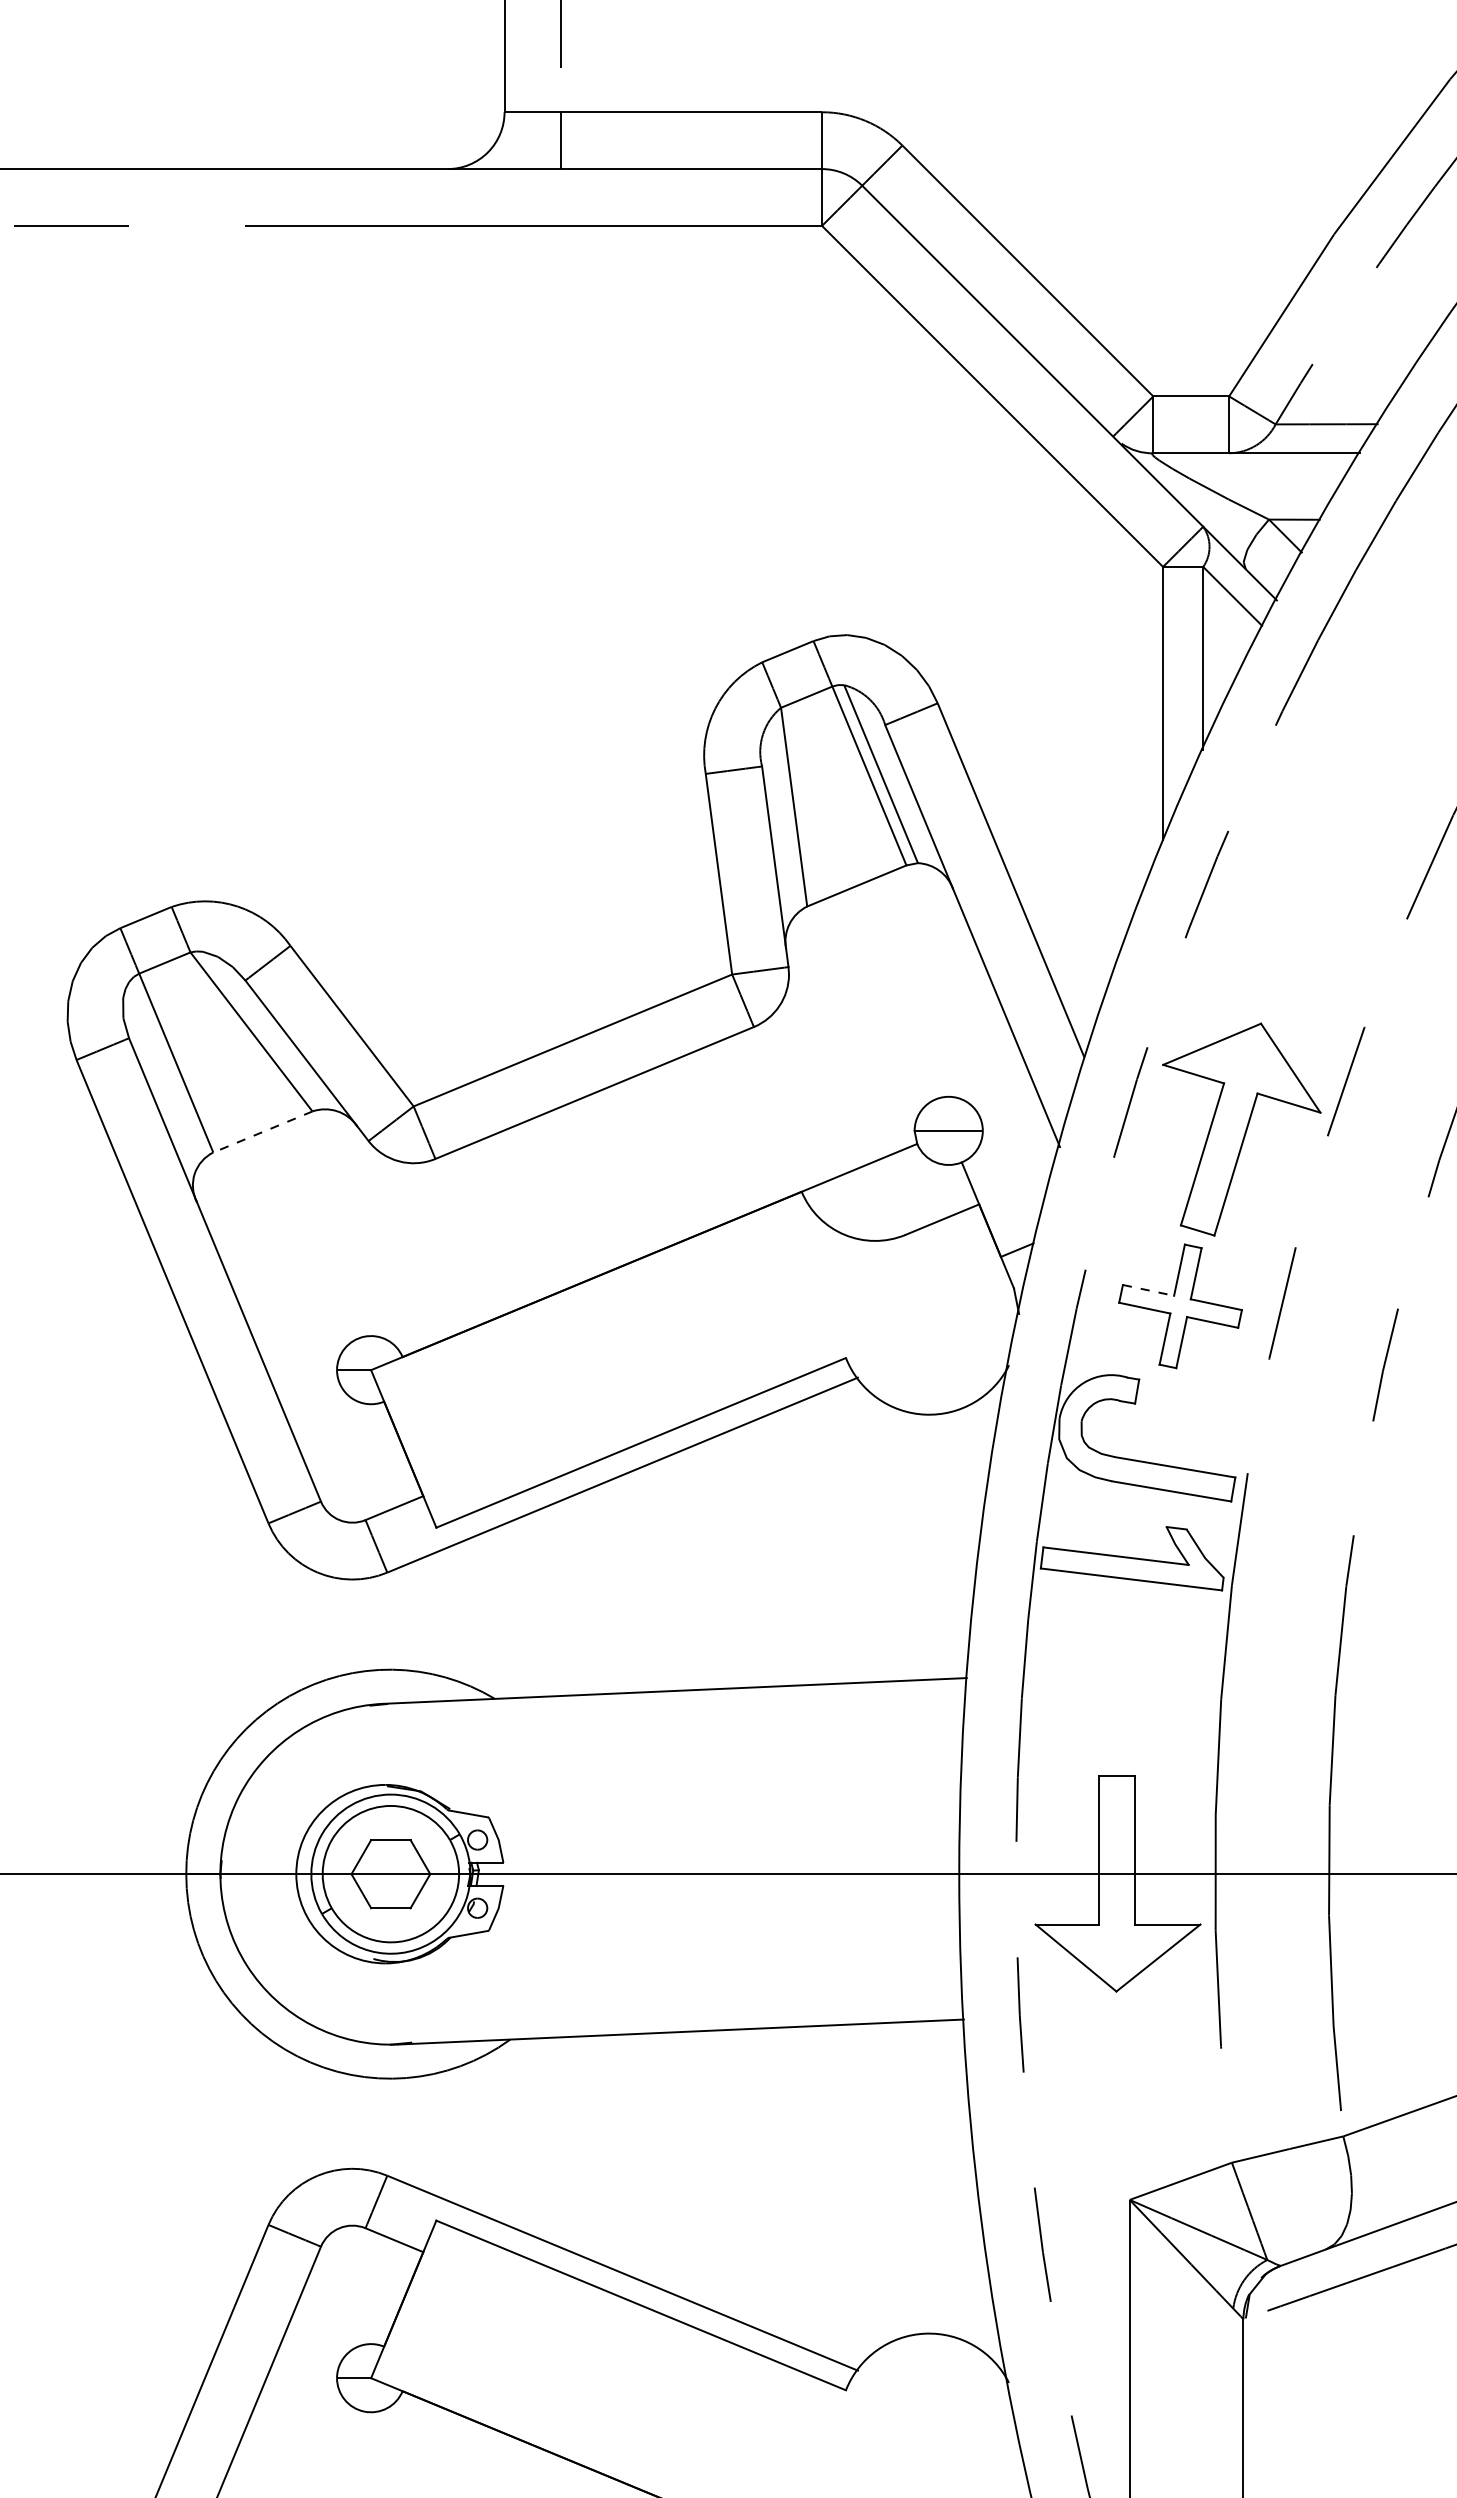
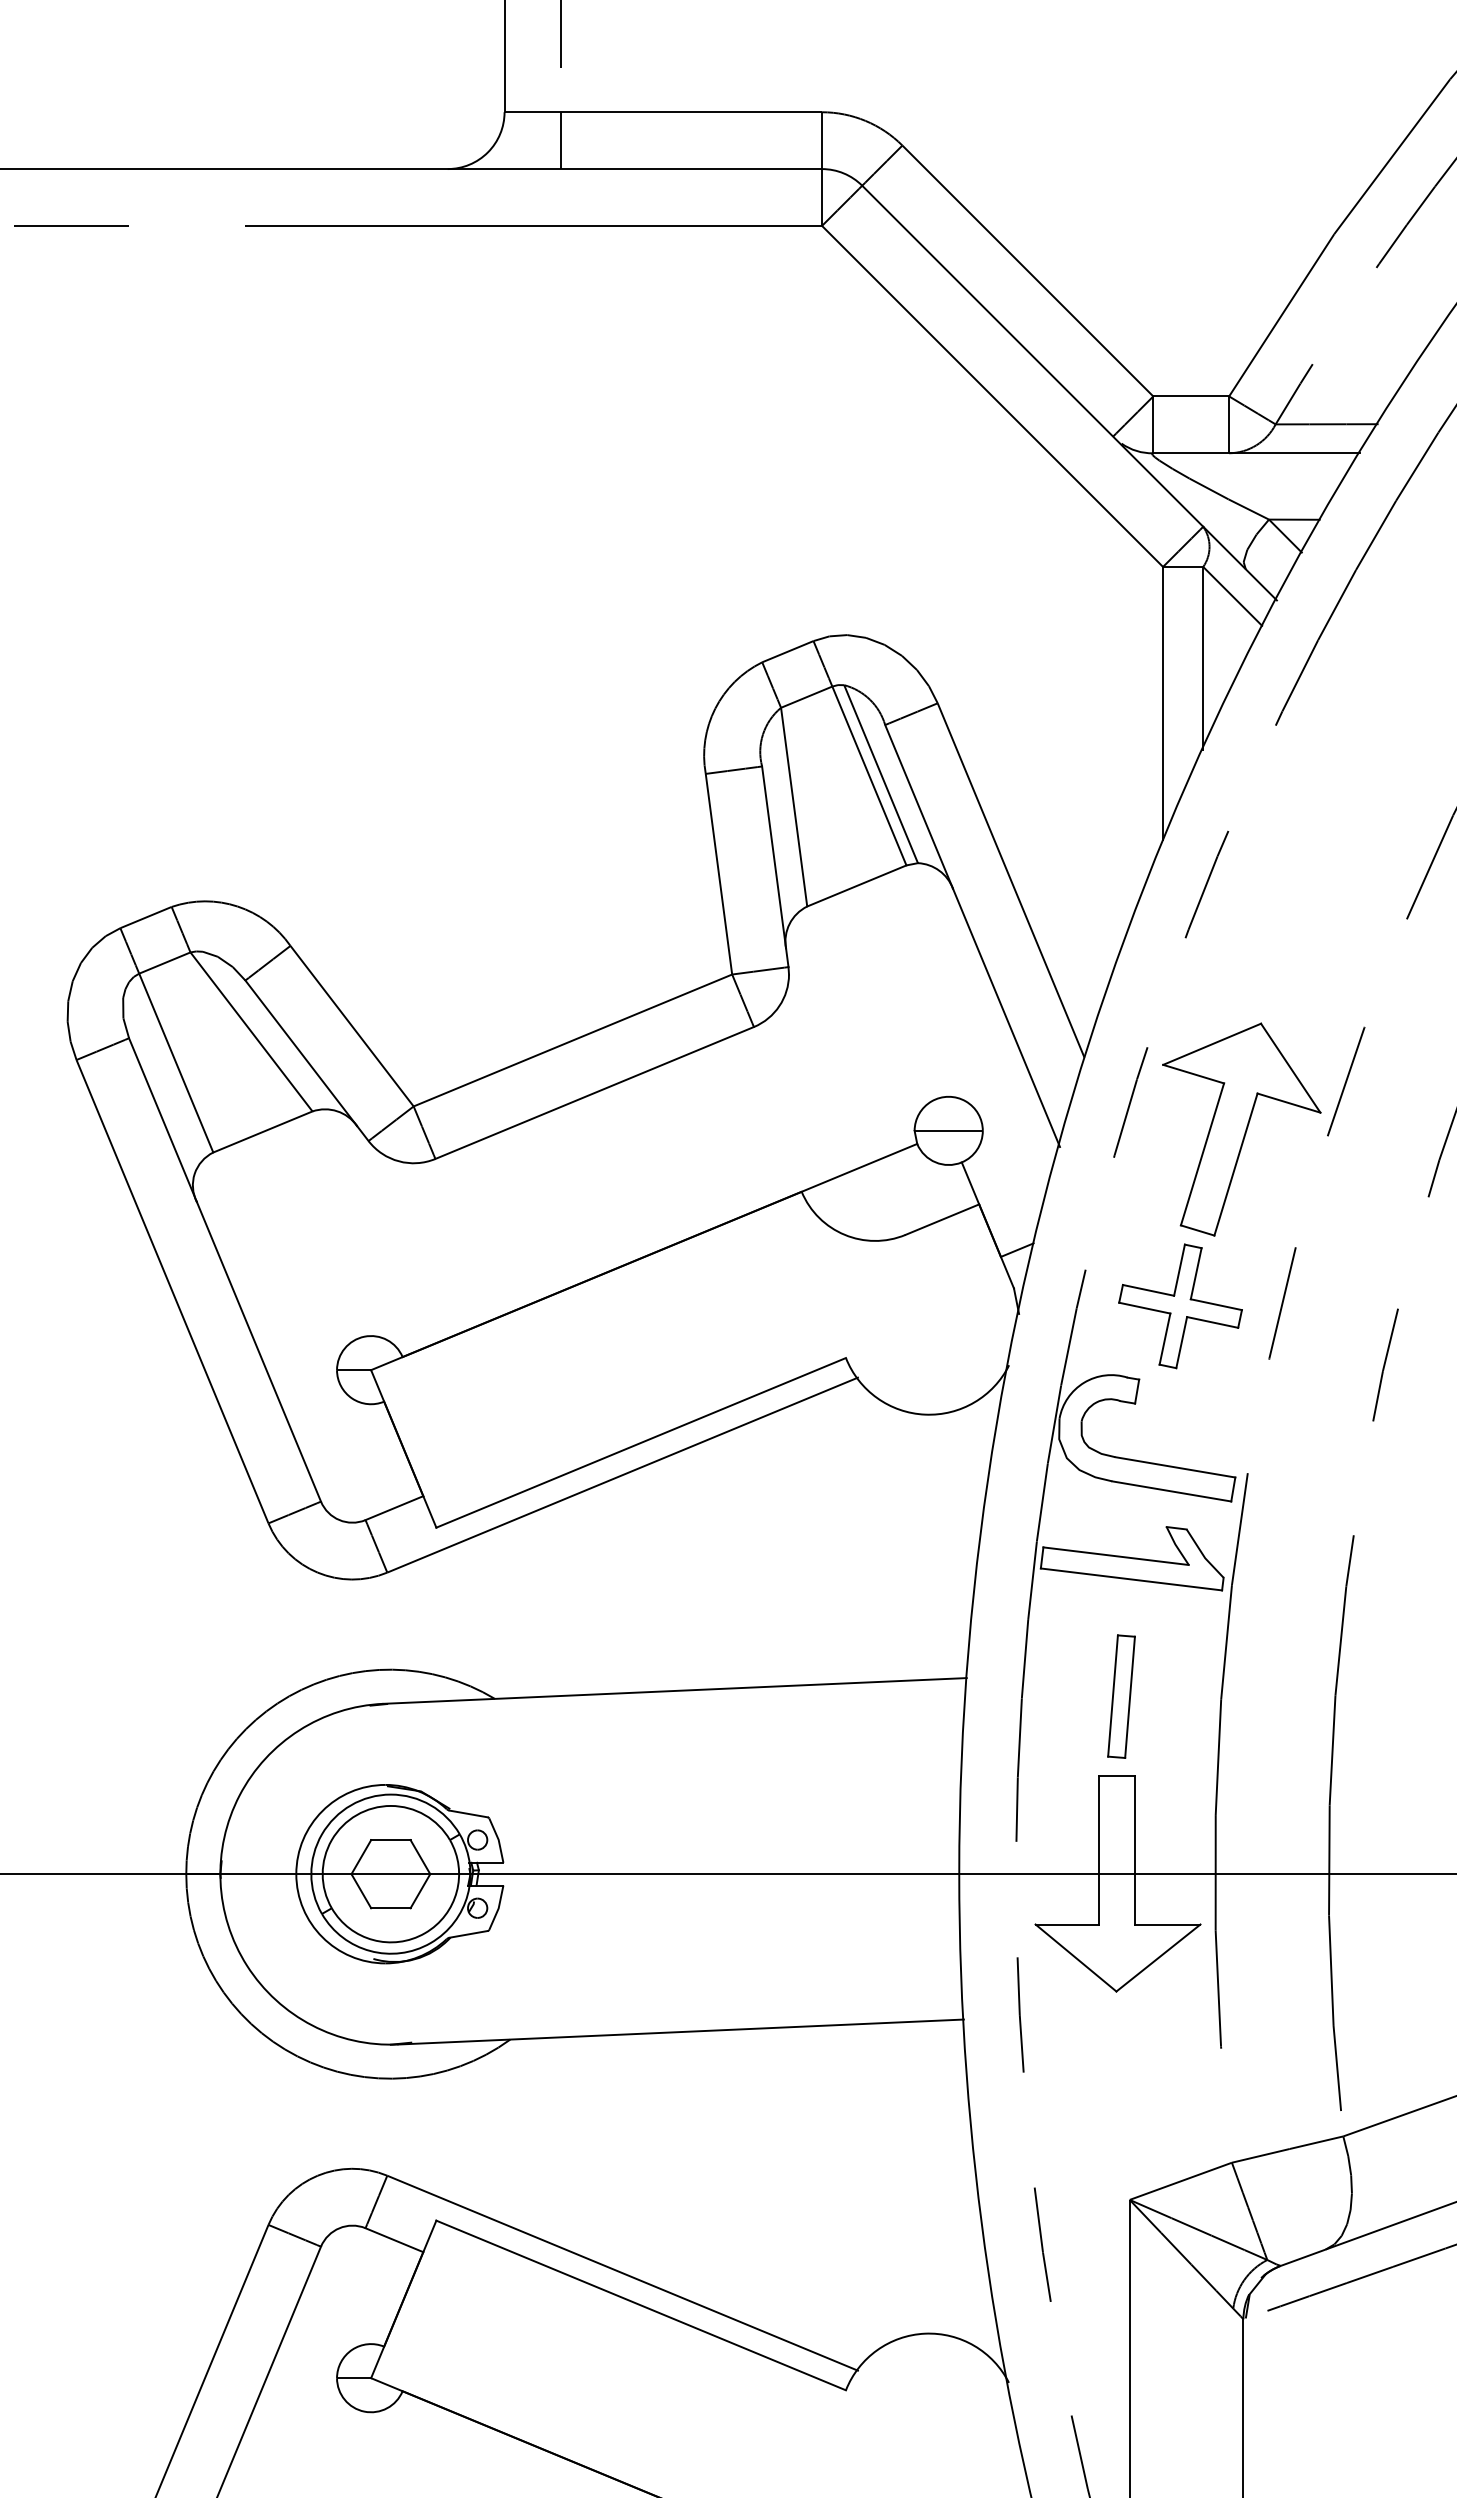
line at (262, 1131): dashed -> solid
line at (1149, 1290): dashed -> solid
part at (1121, 1696): none -> present
